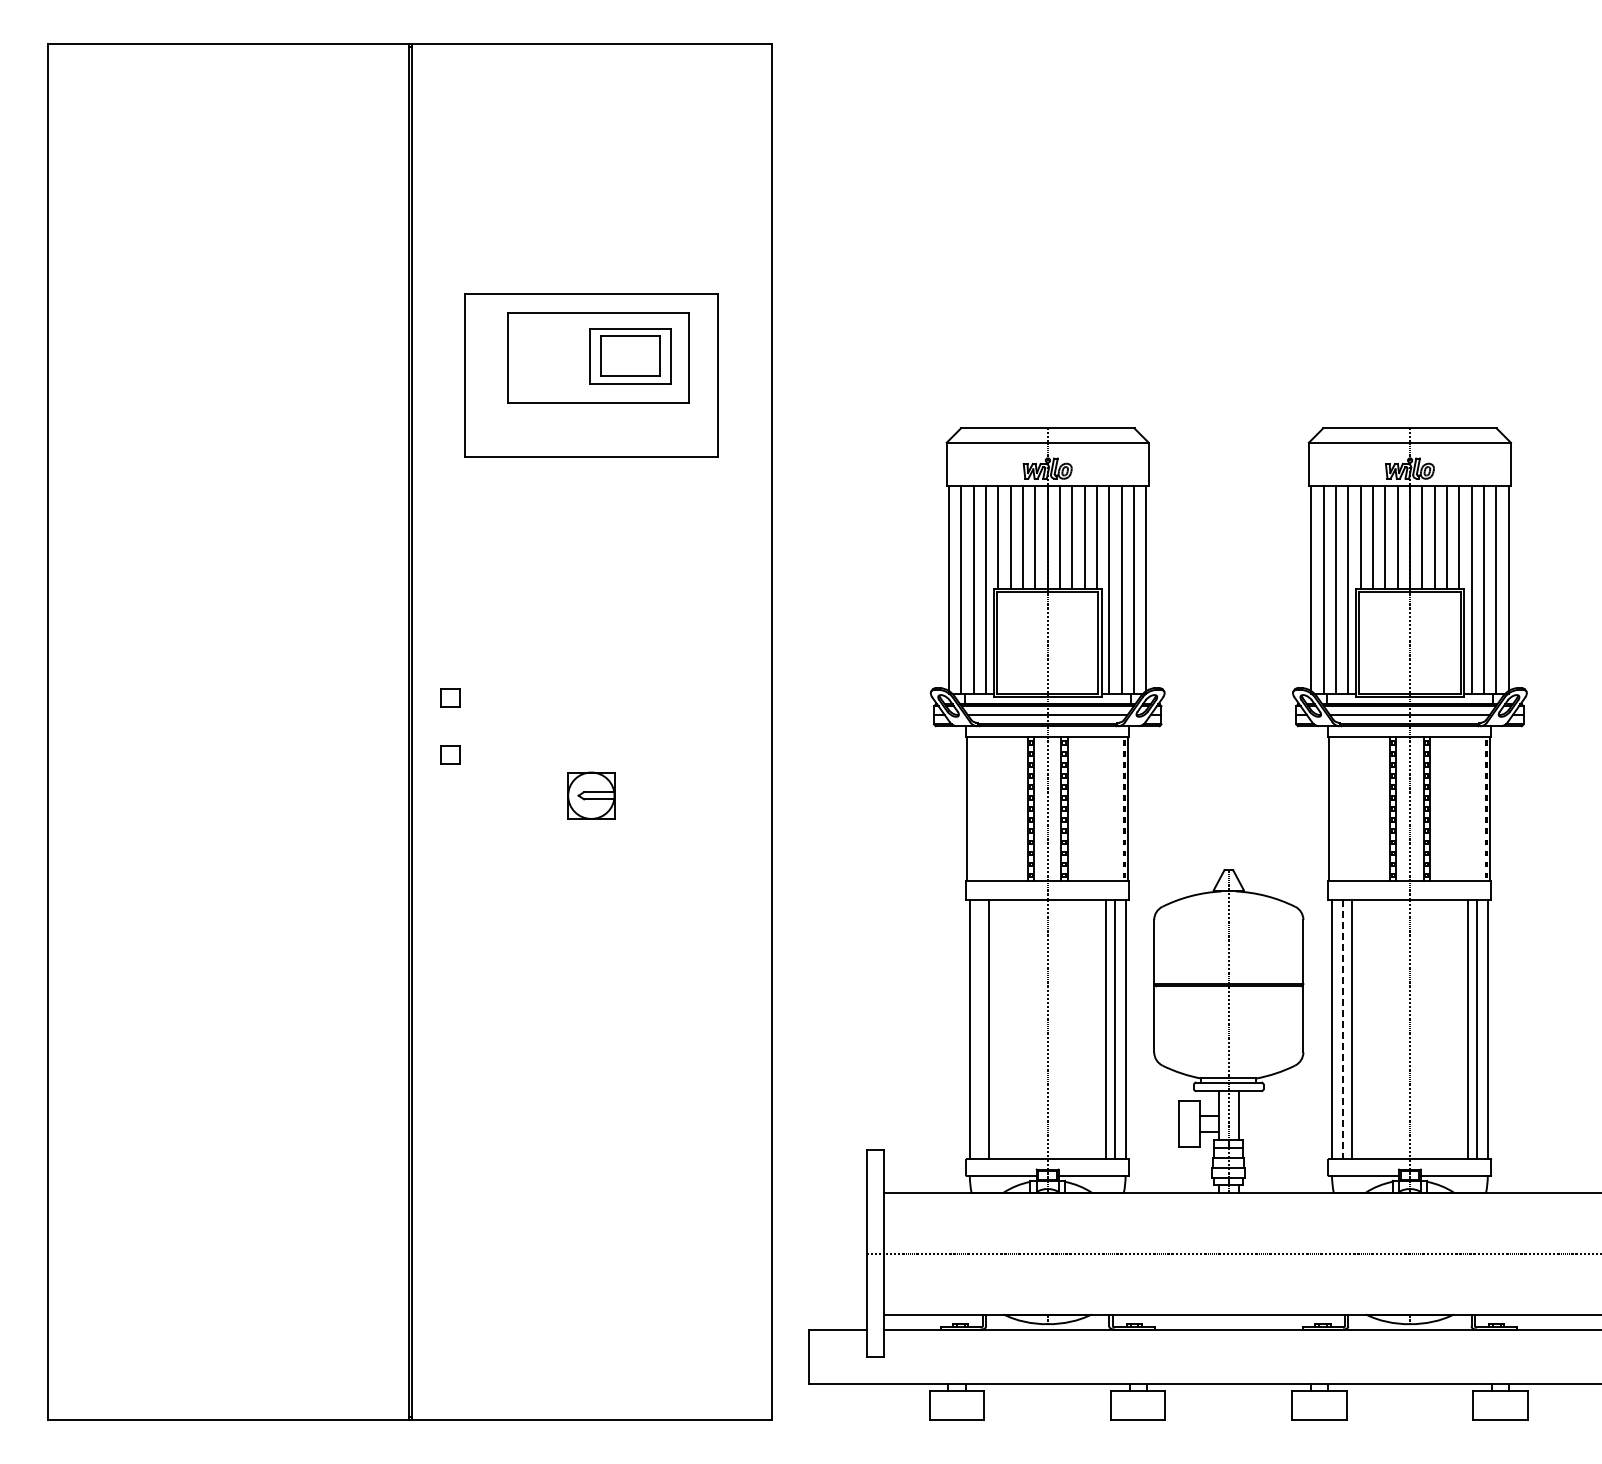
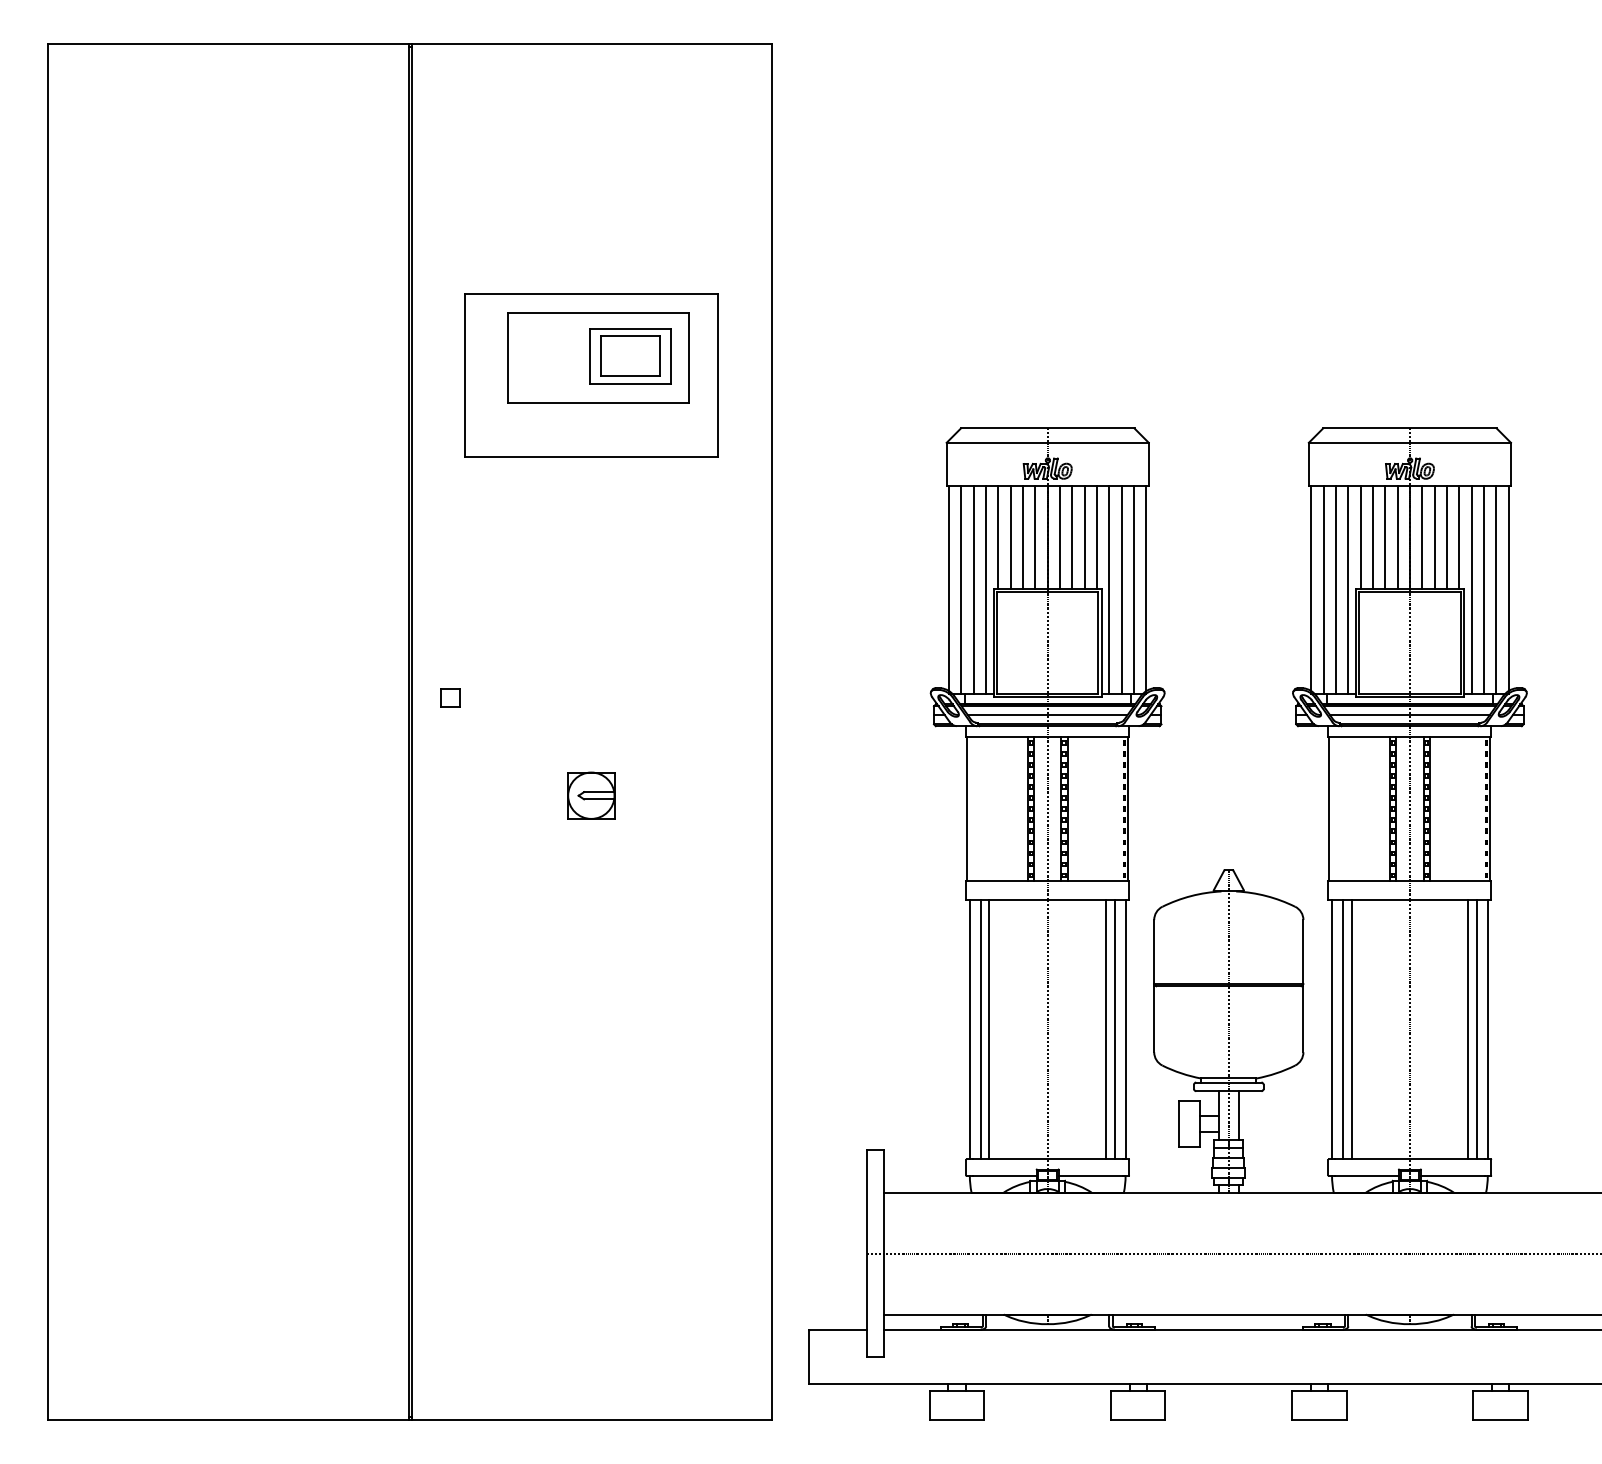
part at (450, 754): present -> none
line at (980, 1029): none -> present
line at (1342, 1029): dashed -> solid
